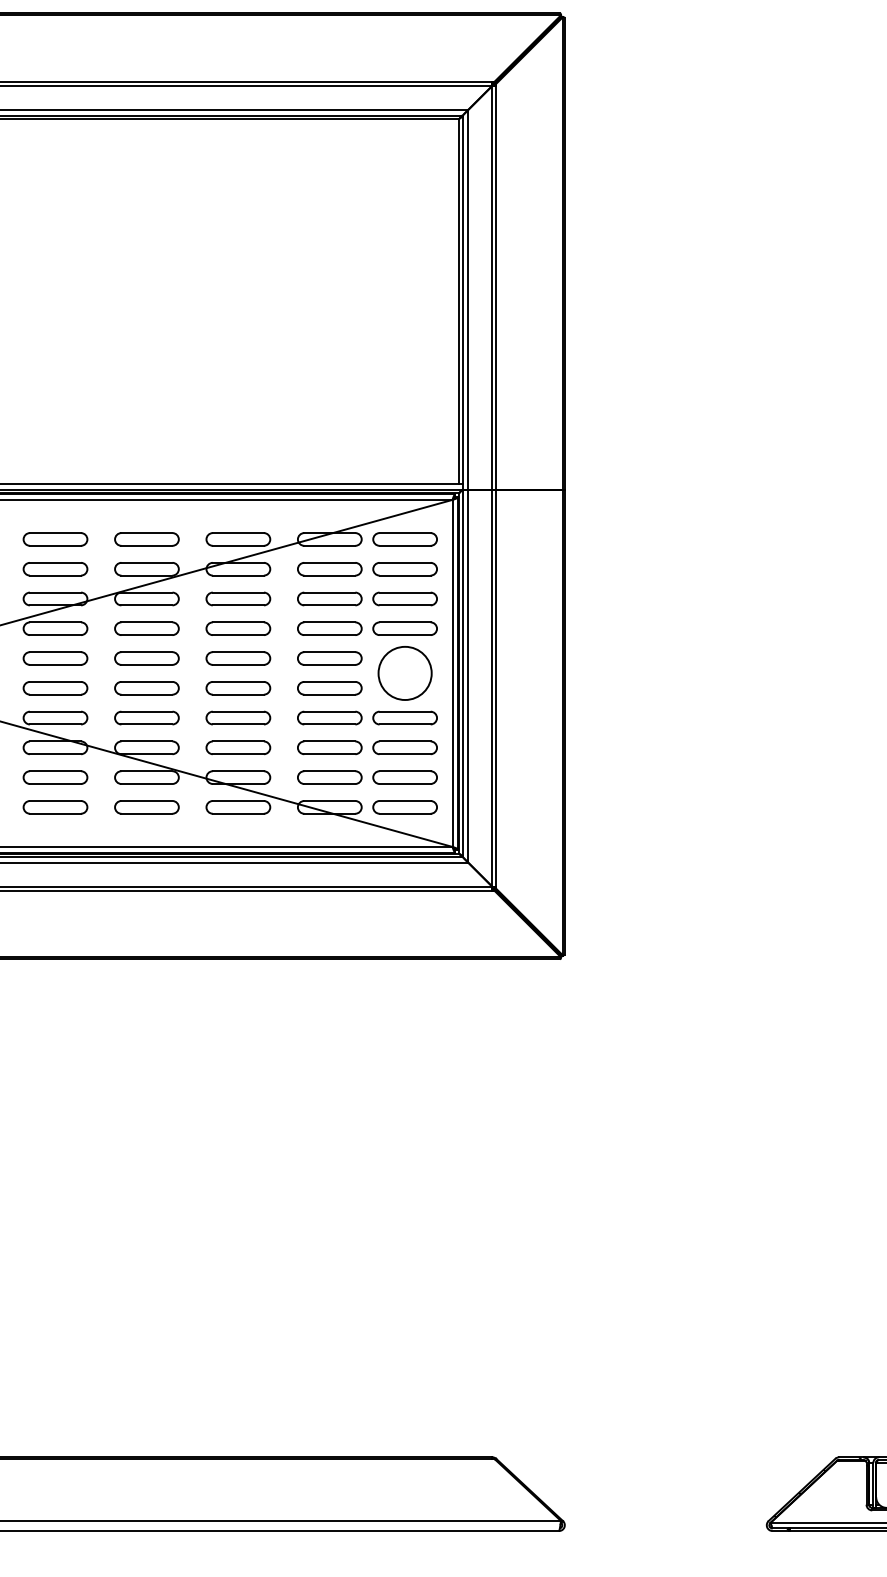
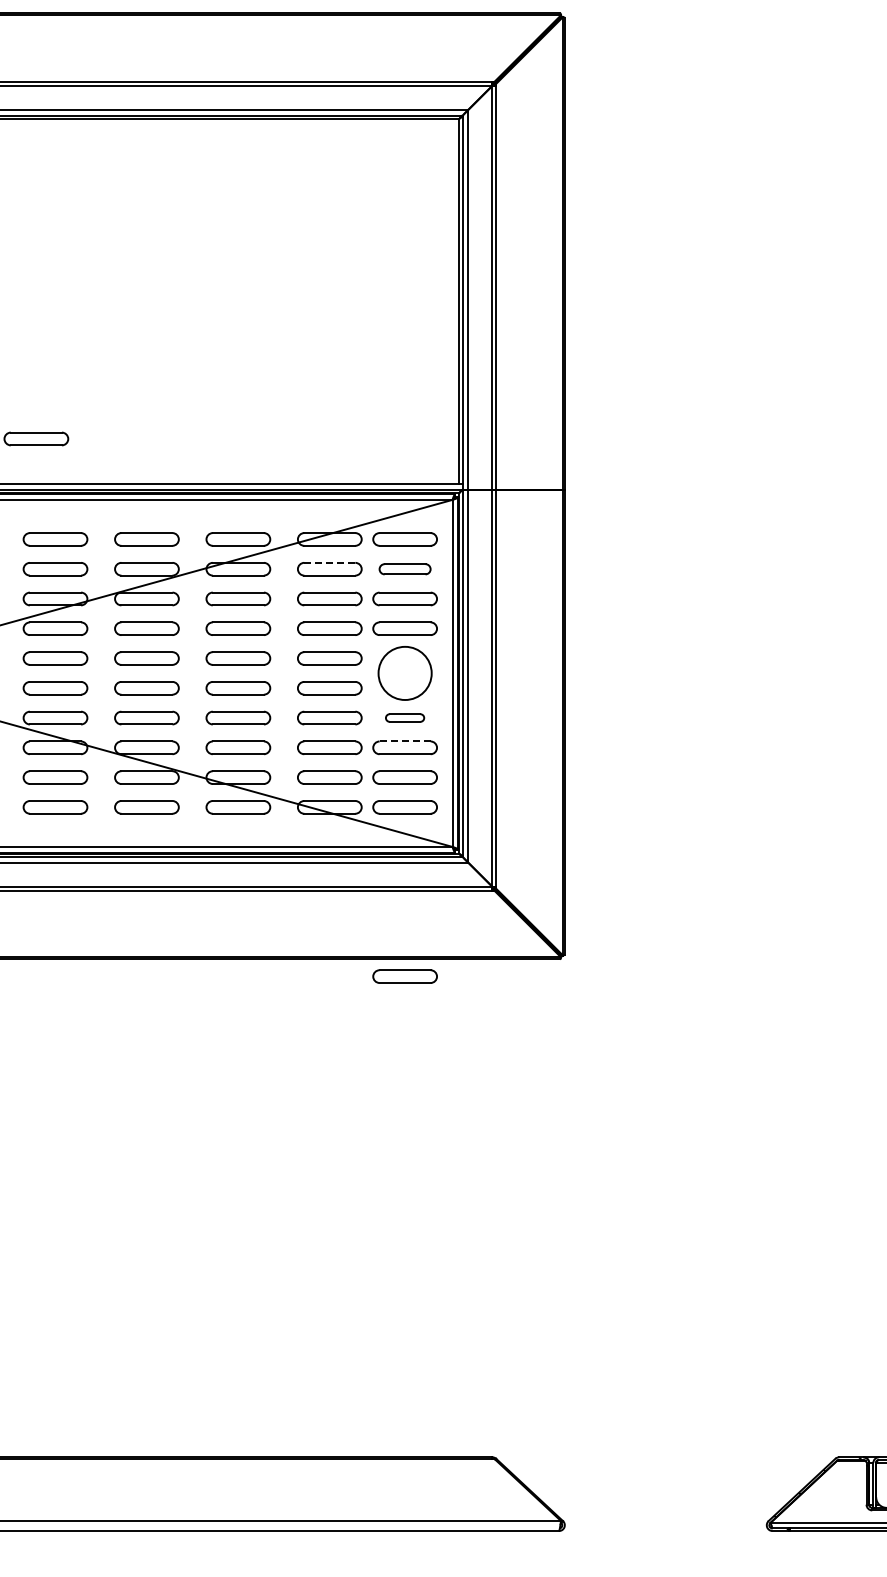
part at (36, 438): none -> present
line at (329, 562): solid -> dashed
part at (404, 569) size: 66x15 px -> 54x13 px
part at (404, 717) size: 66x16 px -> 41x10 px
line at (405, 741): solid -> dashed
part at (404, 976): none -> present
